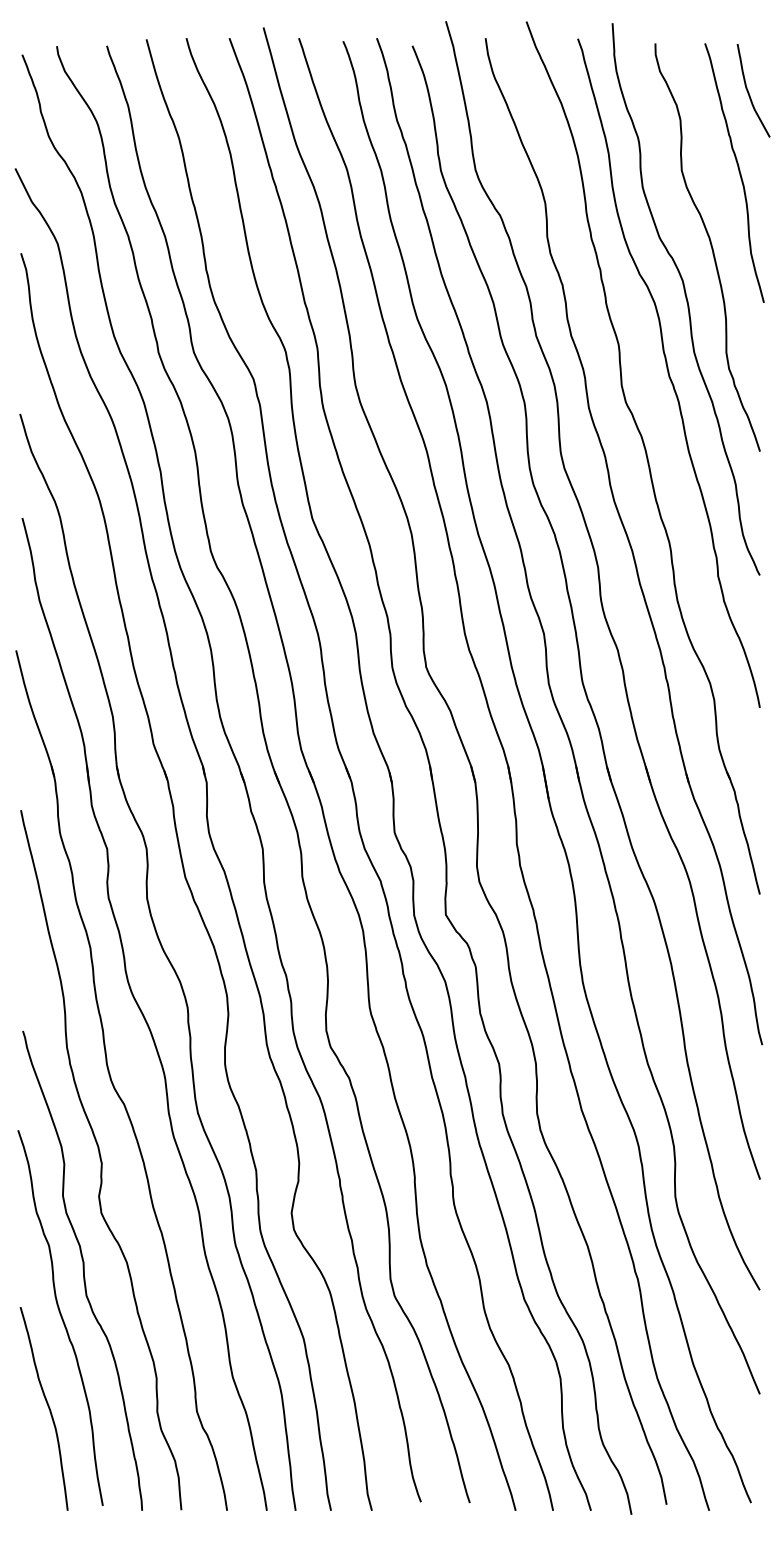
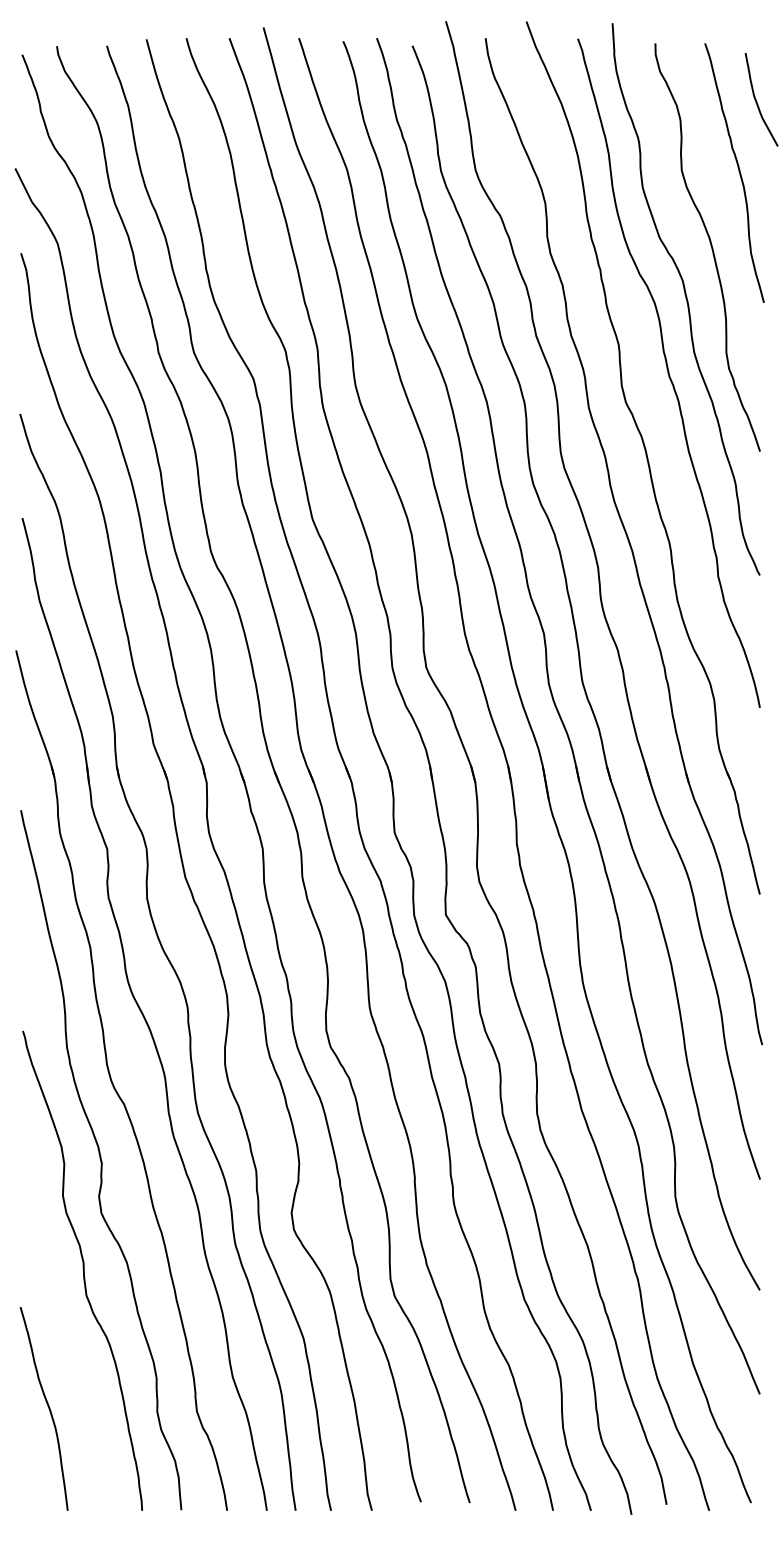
curve at (749, 92) position: (749, 92) -> (757, 101)
curve at (60, 1317): present -> none
